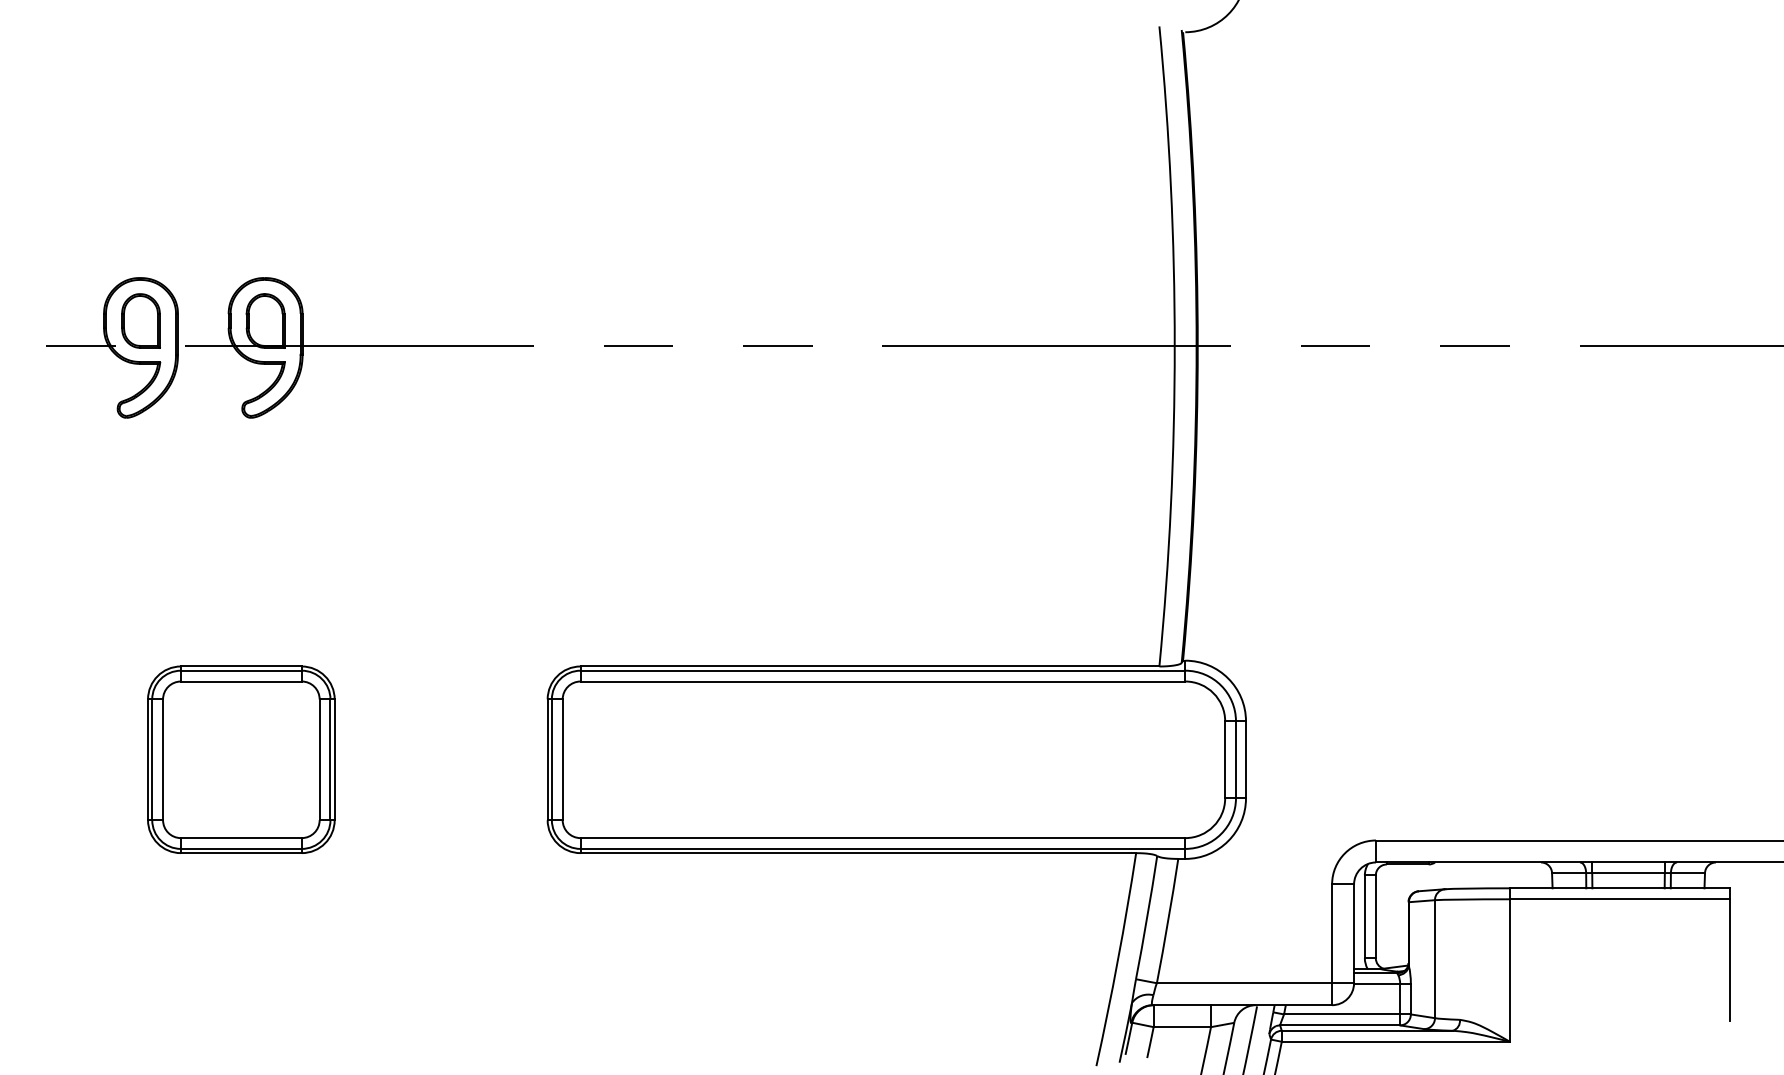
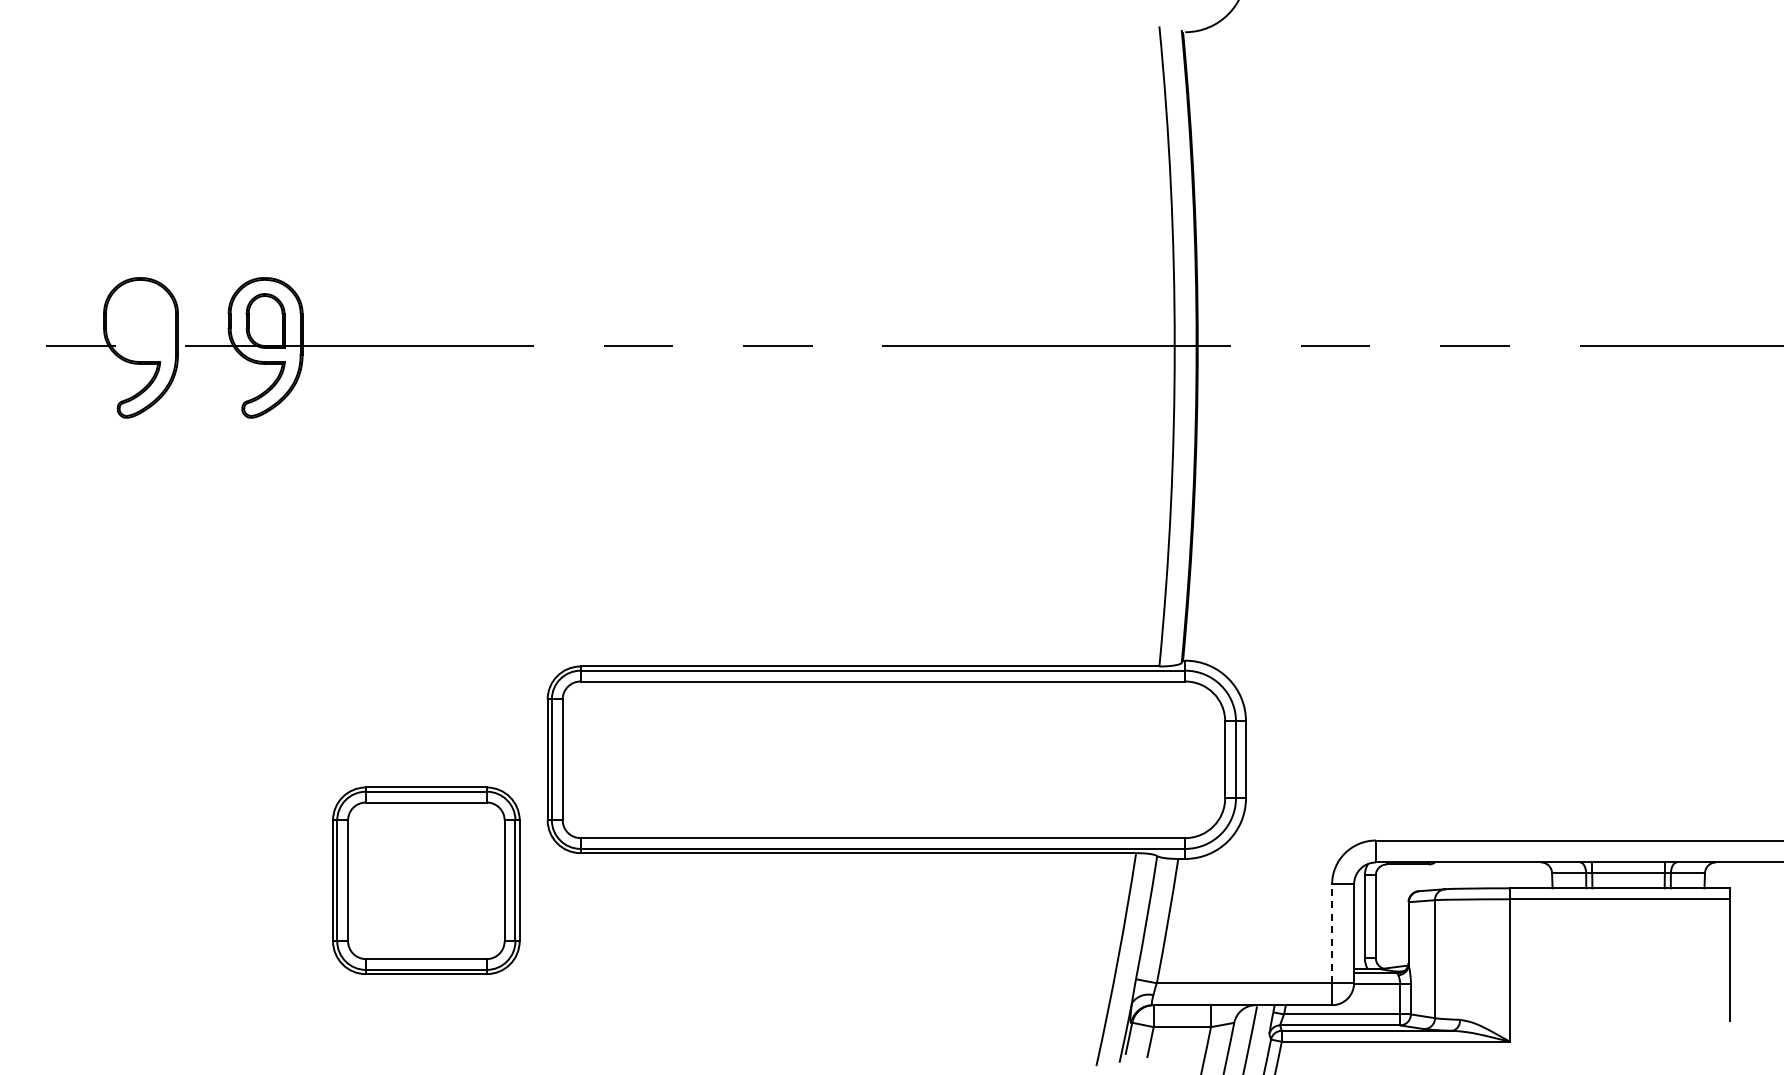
part at (140, 320): present -> none
part at (241, 759) position: (241, 759) -> (426, 880)
line at (1332, 933): solid -> dashed
